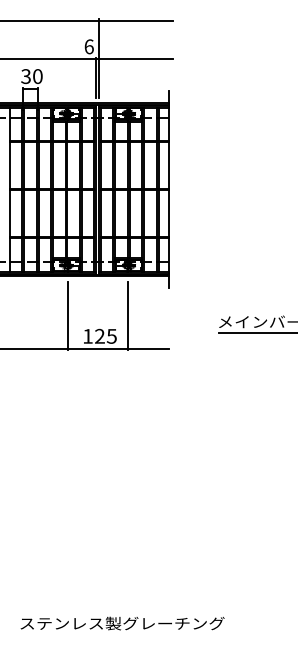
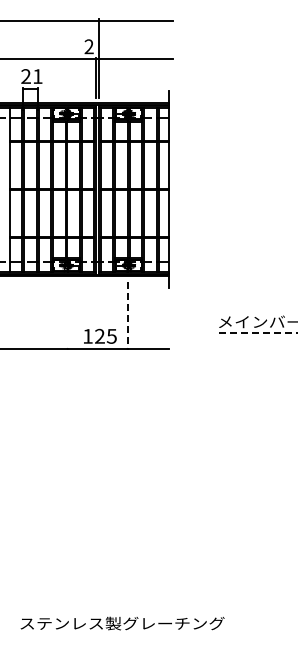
text at (88, 46): 6 -> 2
text at (31, 76): 30 -> 21
line at (67, 315): present -> none
line at (127, 316): solid -> dashed
line at (258, 332): solid -> dashed
